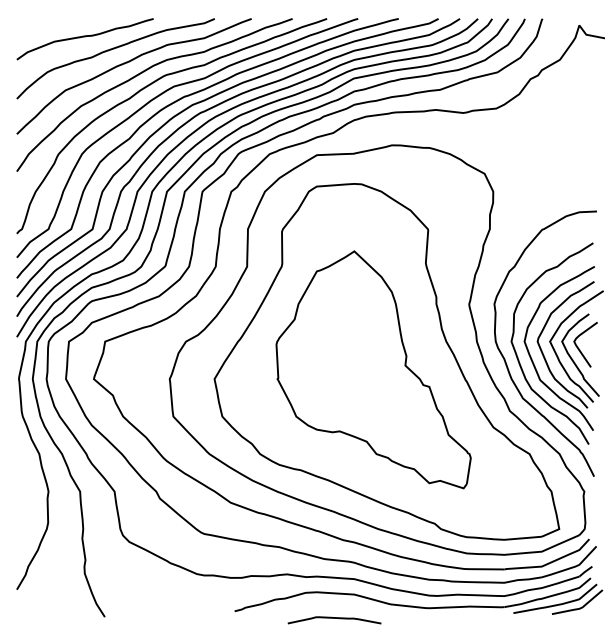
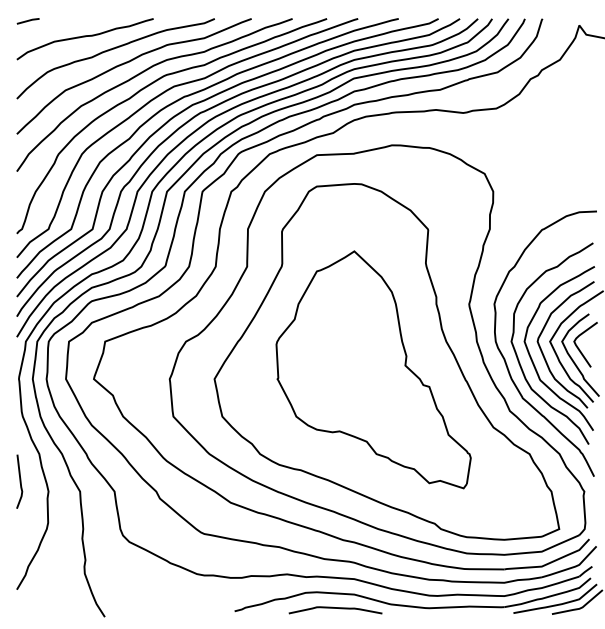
line at (27, 21): none -> present
line at (19, 481): none -> present
curve at (334, 618) position: (334, 618) -> (335, 608)
